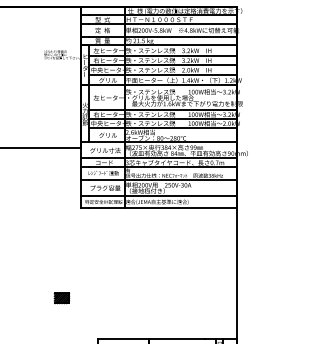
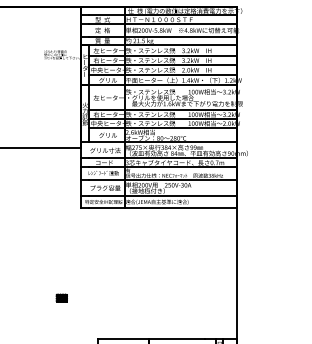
part at (61, 298) size: 18x13 px -> 13x10 px
